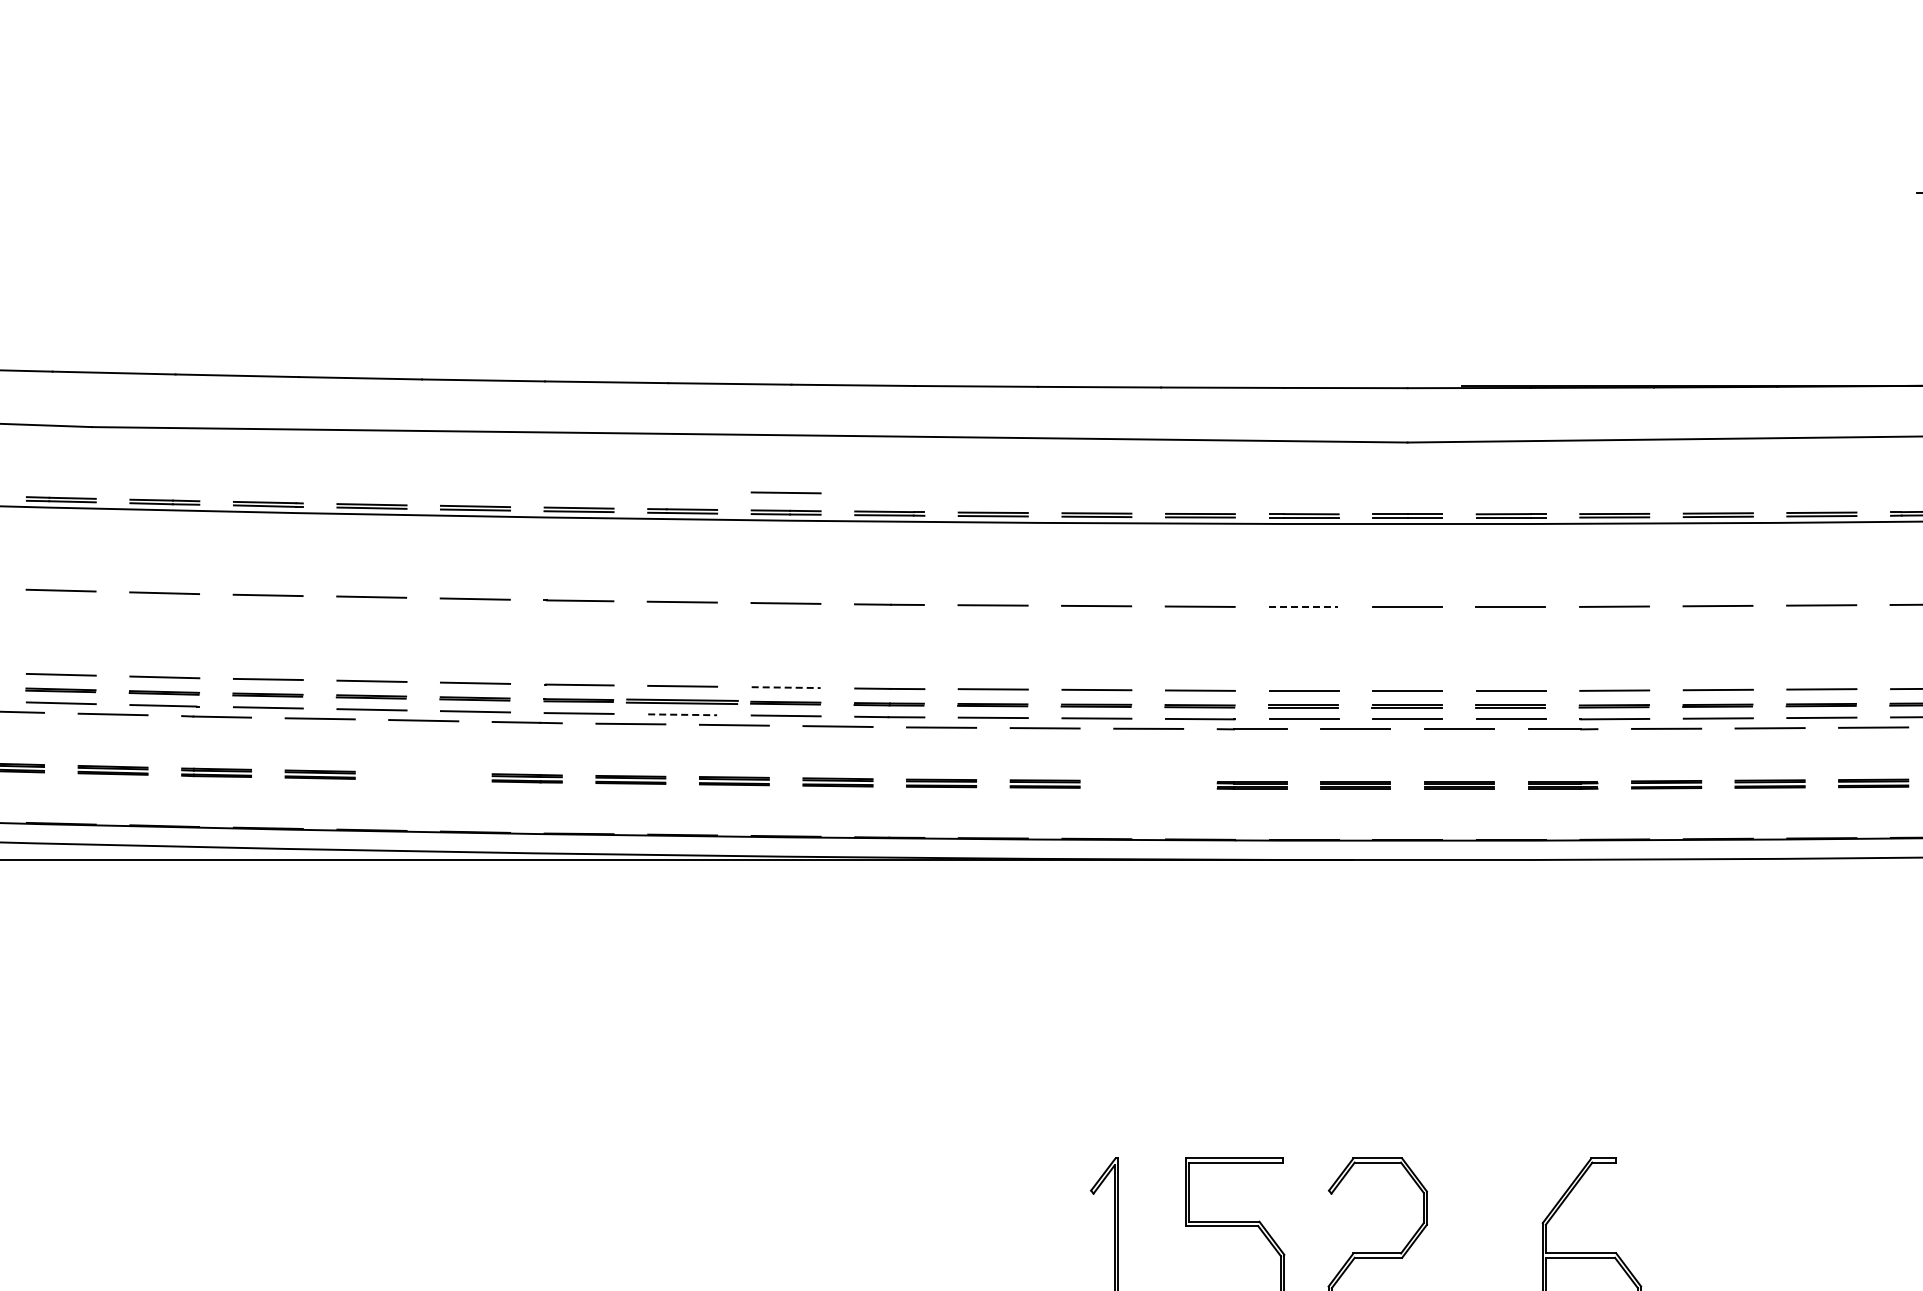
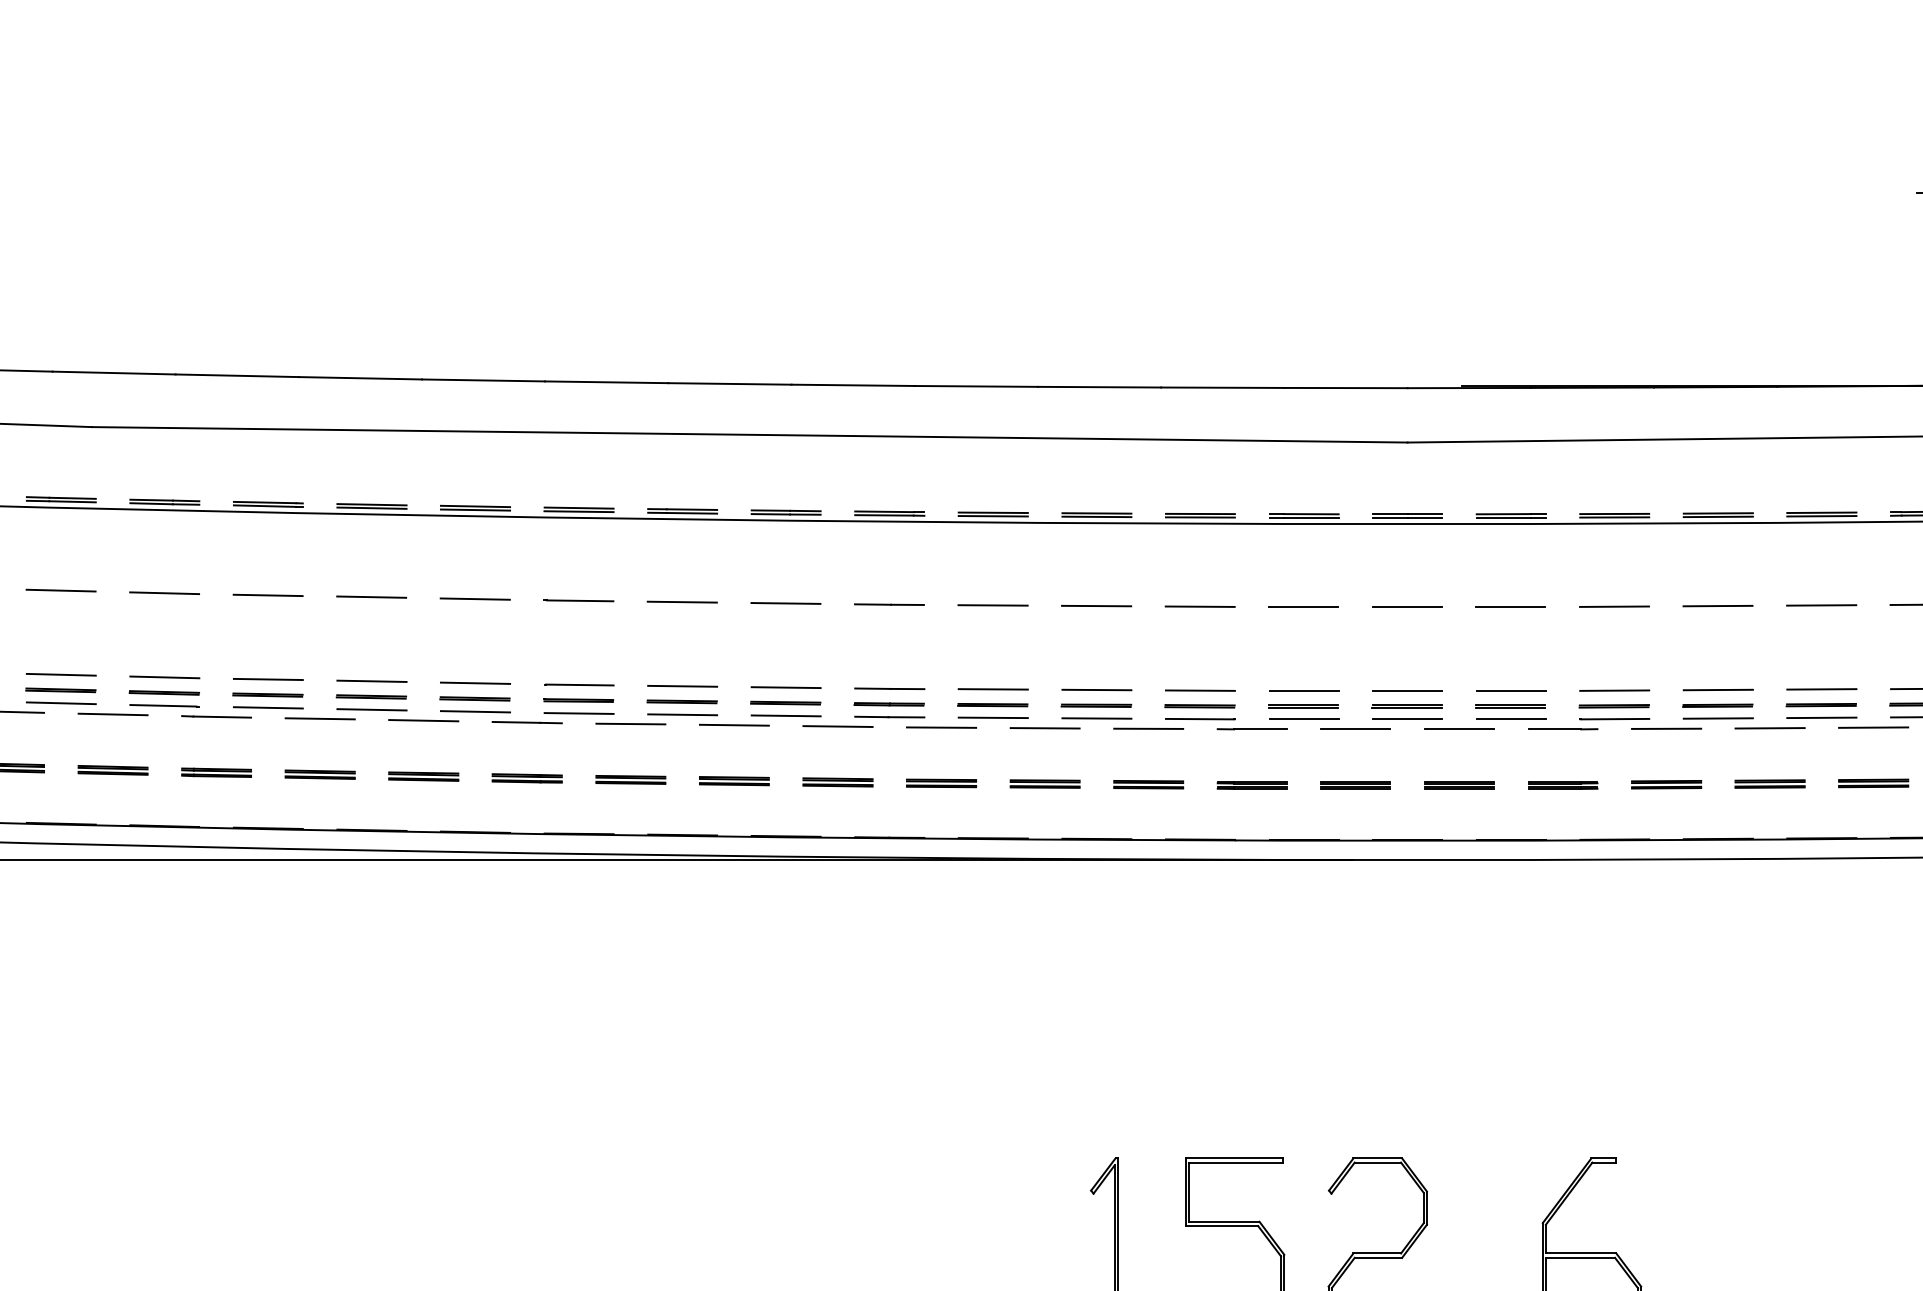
line at (785, 492): present -> none
line at (1304, 606): dashed -> solid
line at (786, 687): dashed -> solid
part at (682, 701) size: 113x7 px -> 72x6 px
line at (683, 714): dashed -> solid
part at (423, 776): none -> present
part at (1148, 784): none -> present
